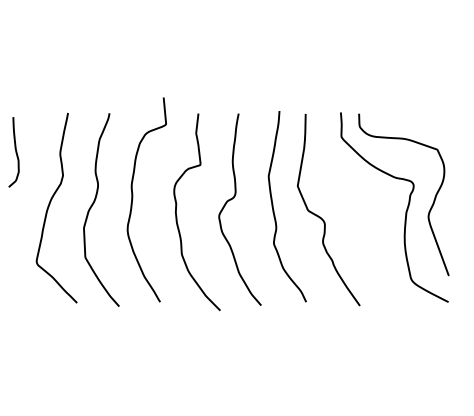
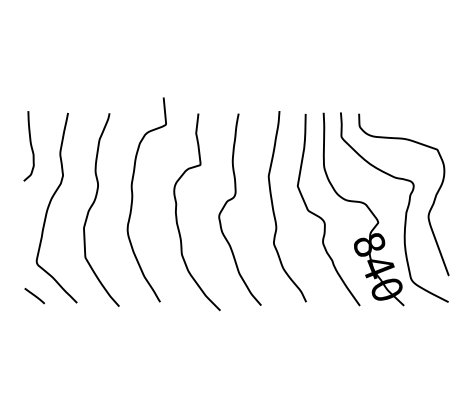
curve at (15, 152) position: (15, 152) -> (30, 146)
part at (363, 209): none -> present
line at (34, 295): none -> present
